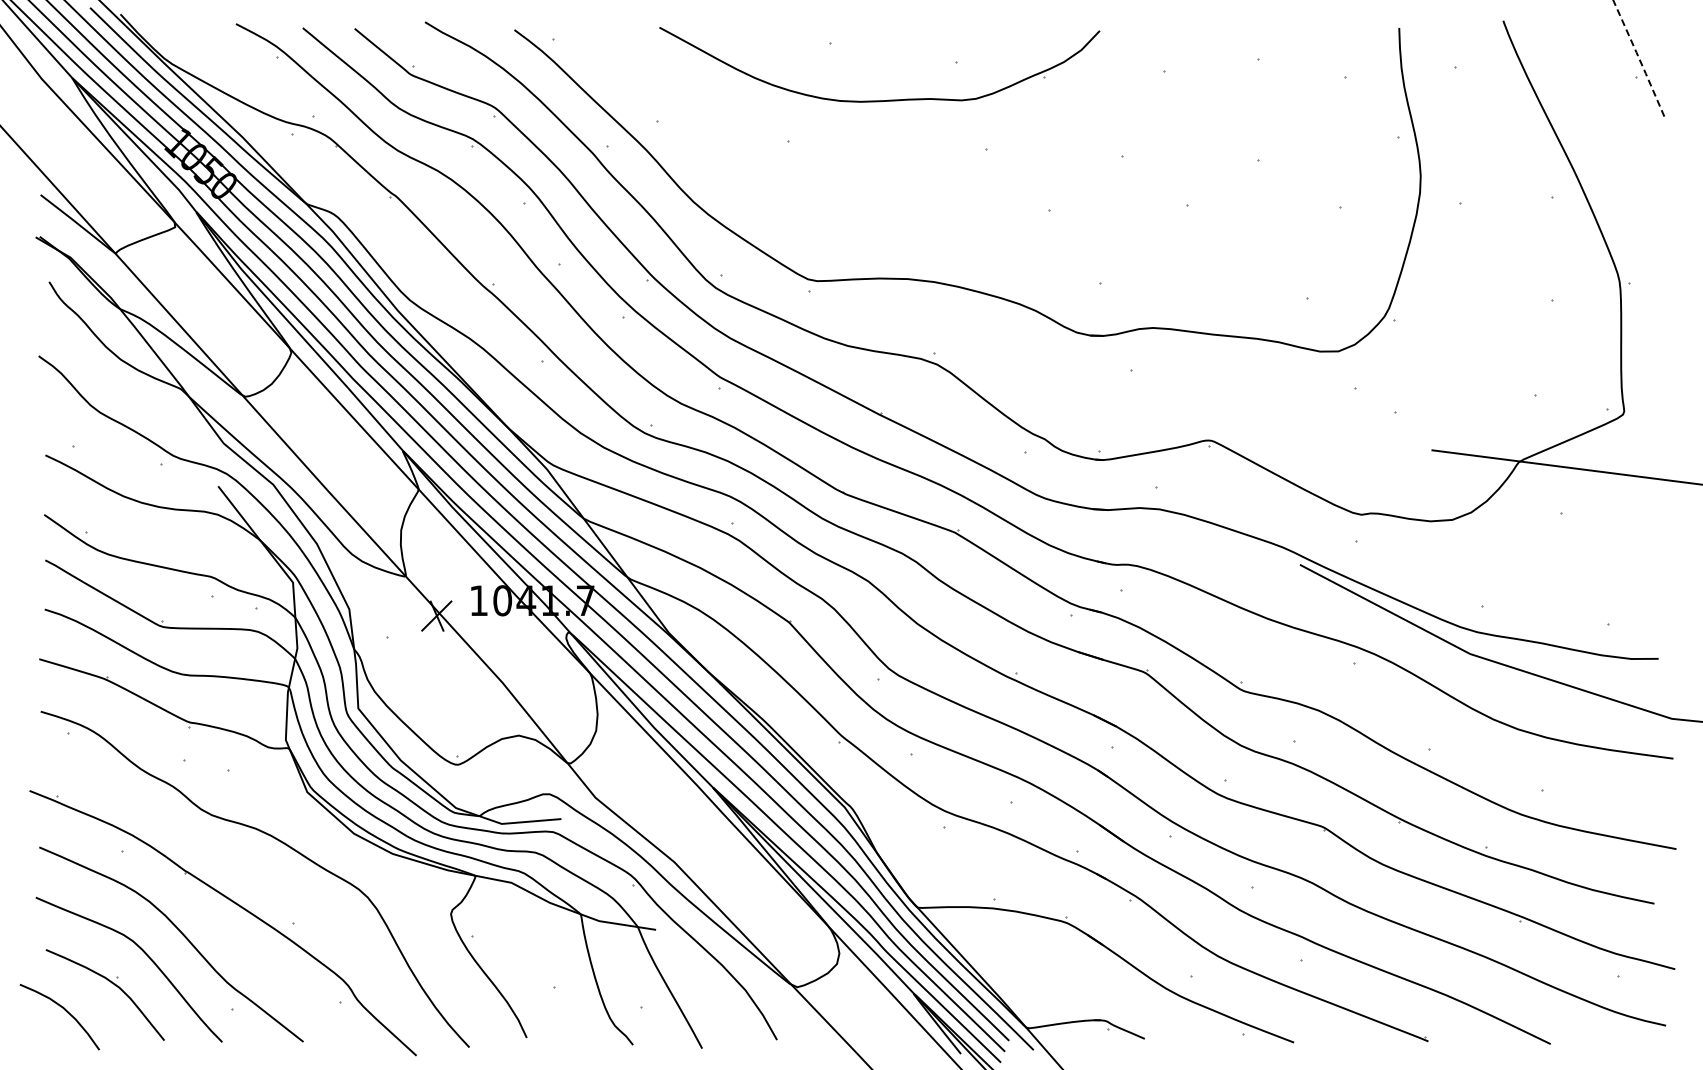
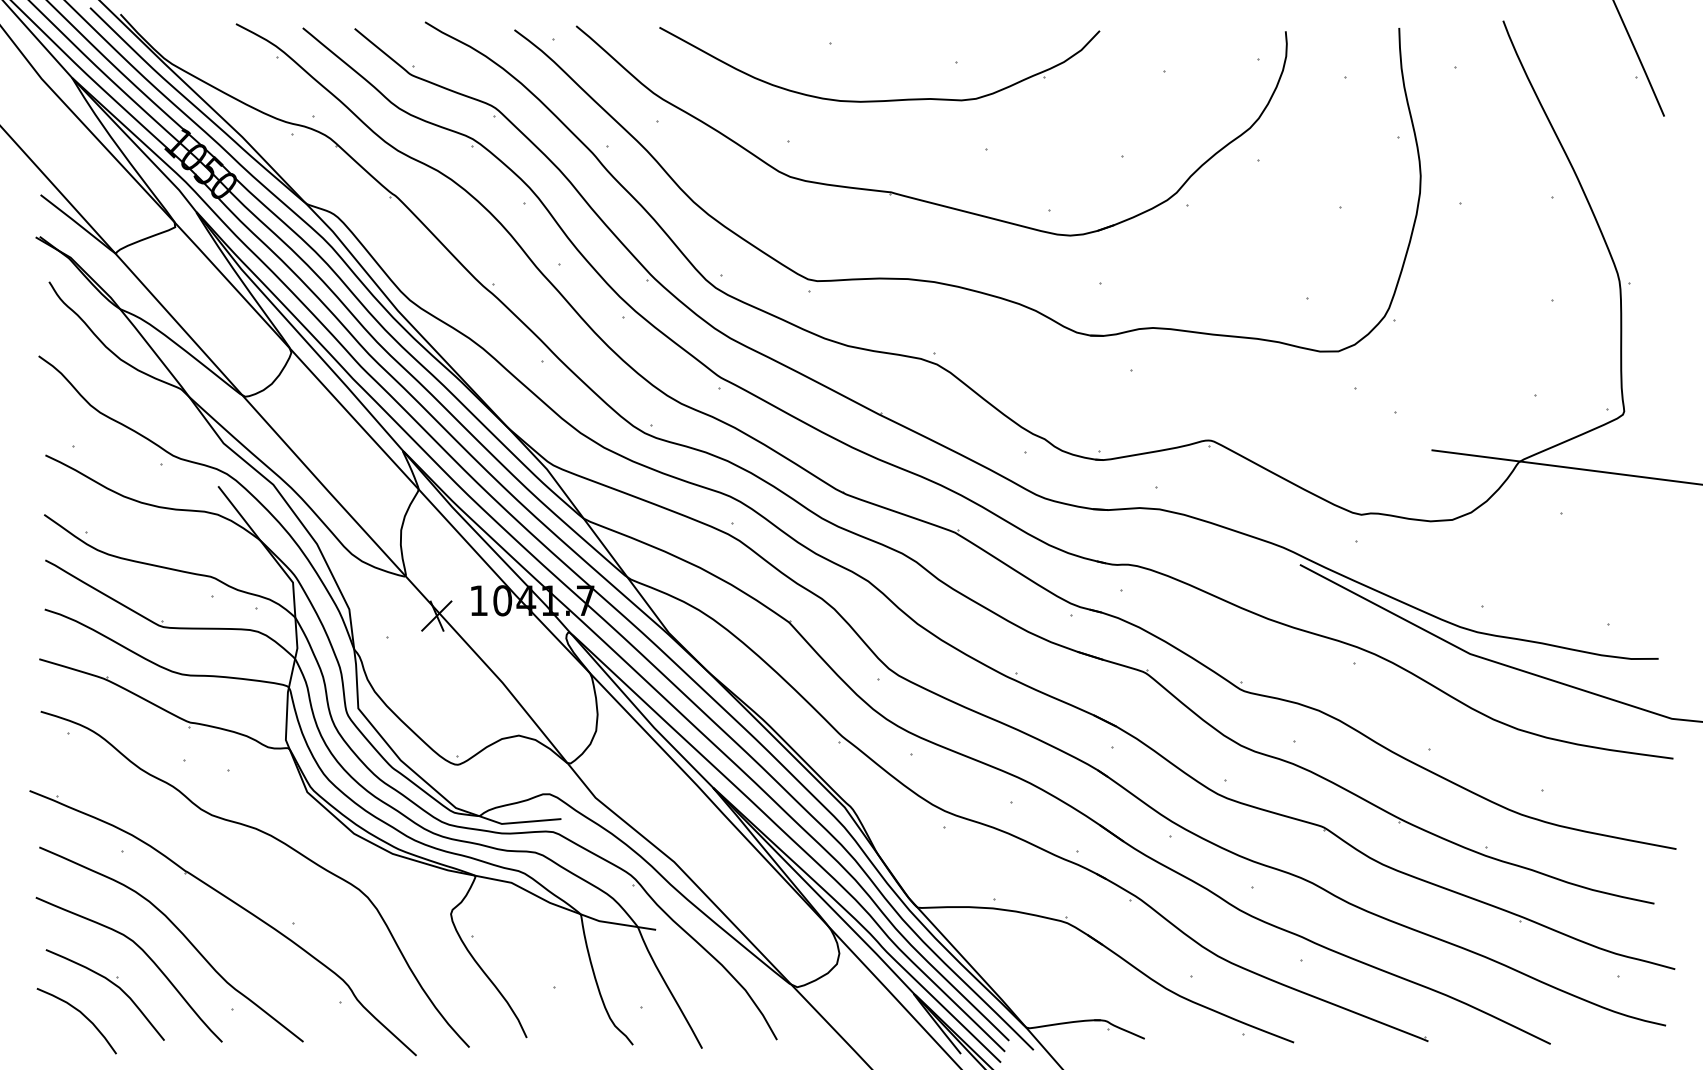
line at (1639, 58): dashed -> solid
part at (911, 196): none -> present
curve at (65, 1011) position: (65, 1011) -> (82, 1015)
